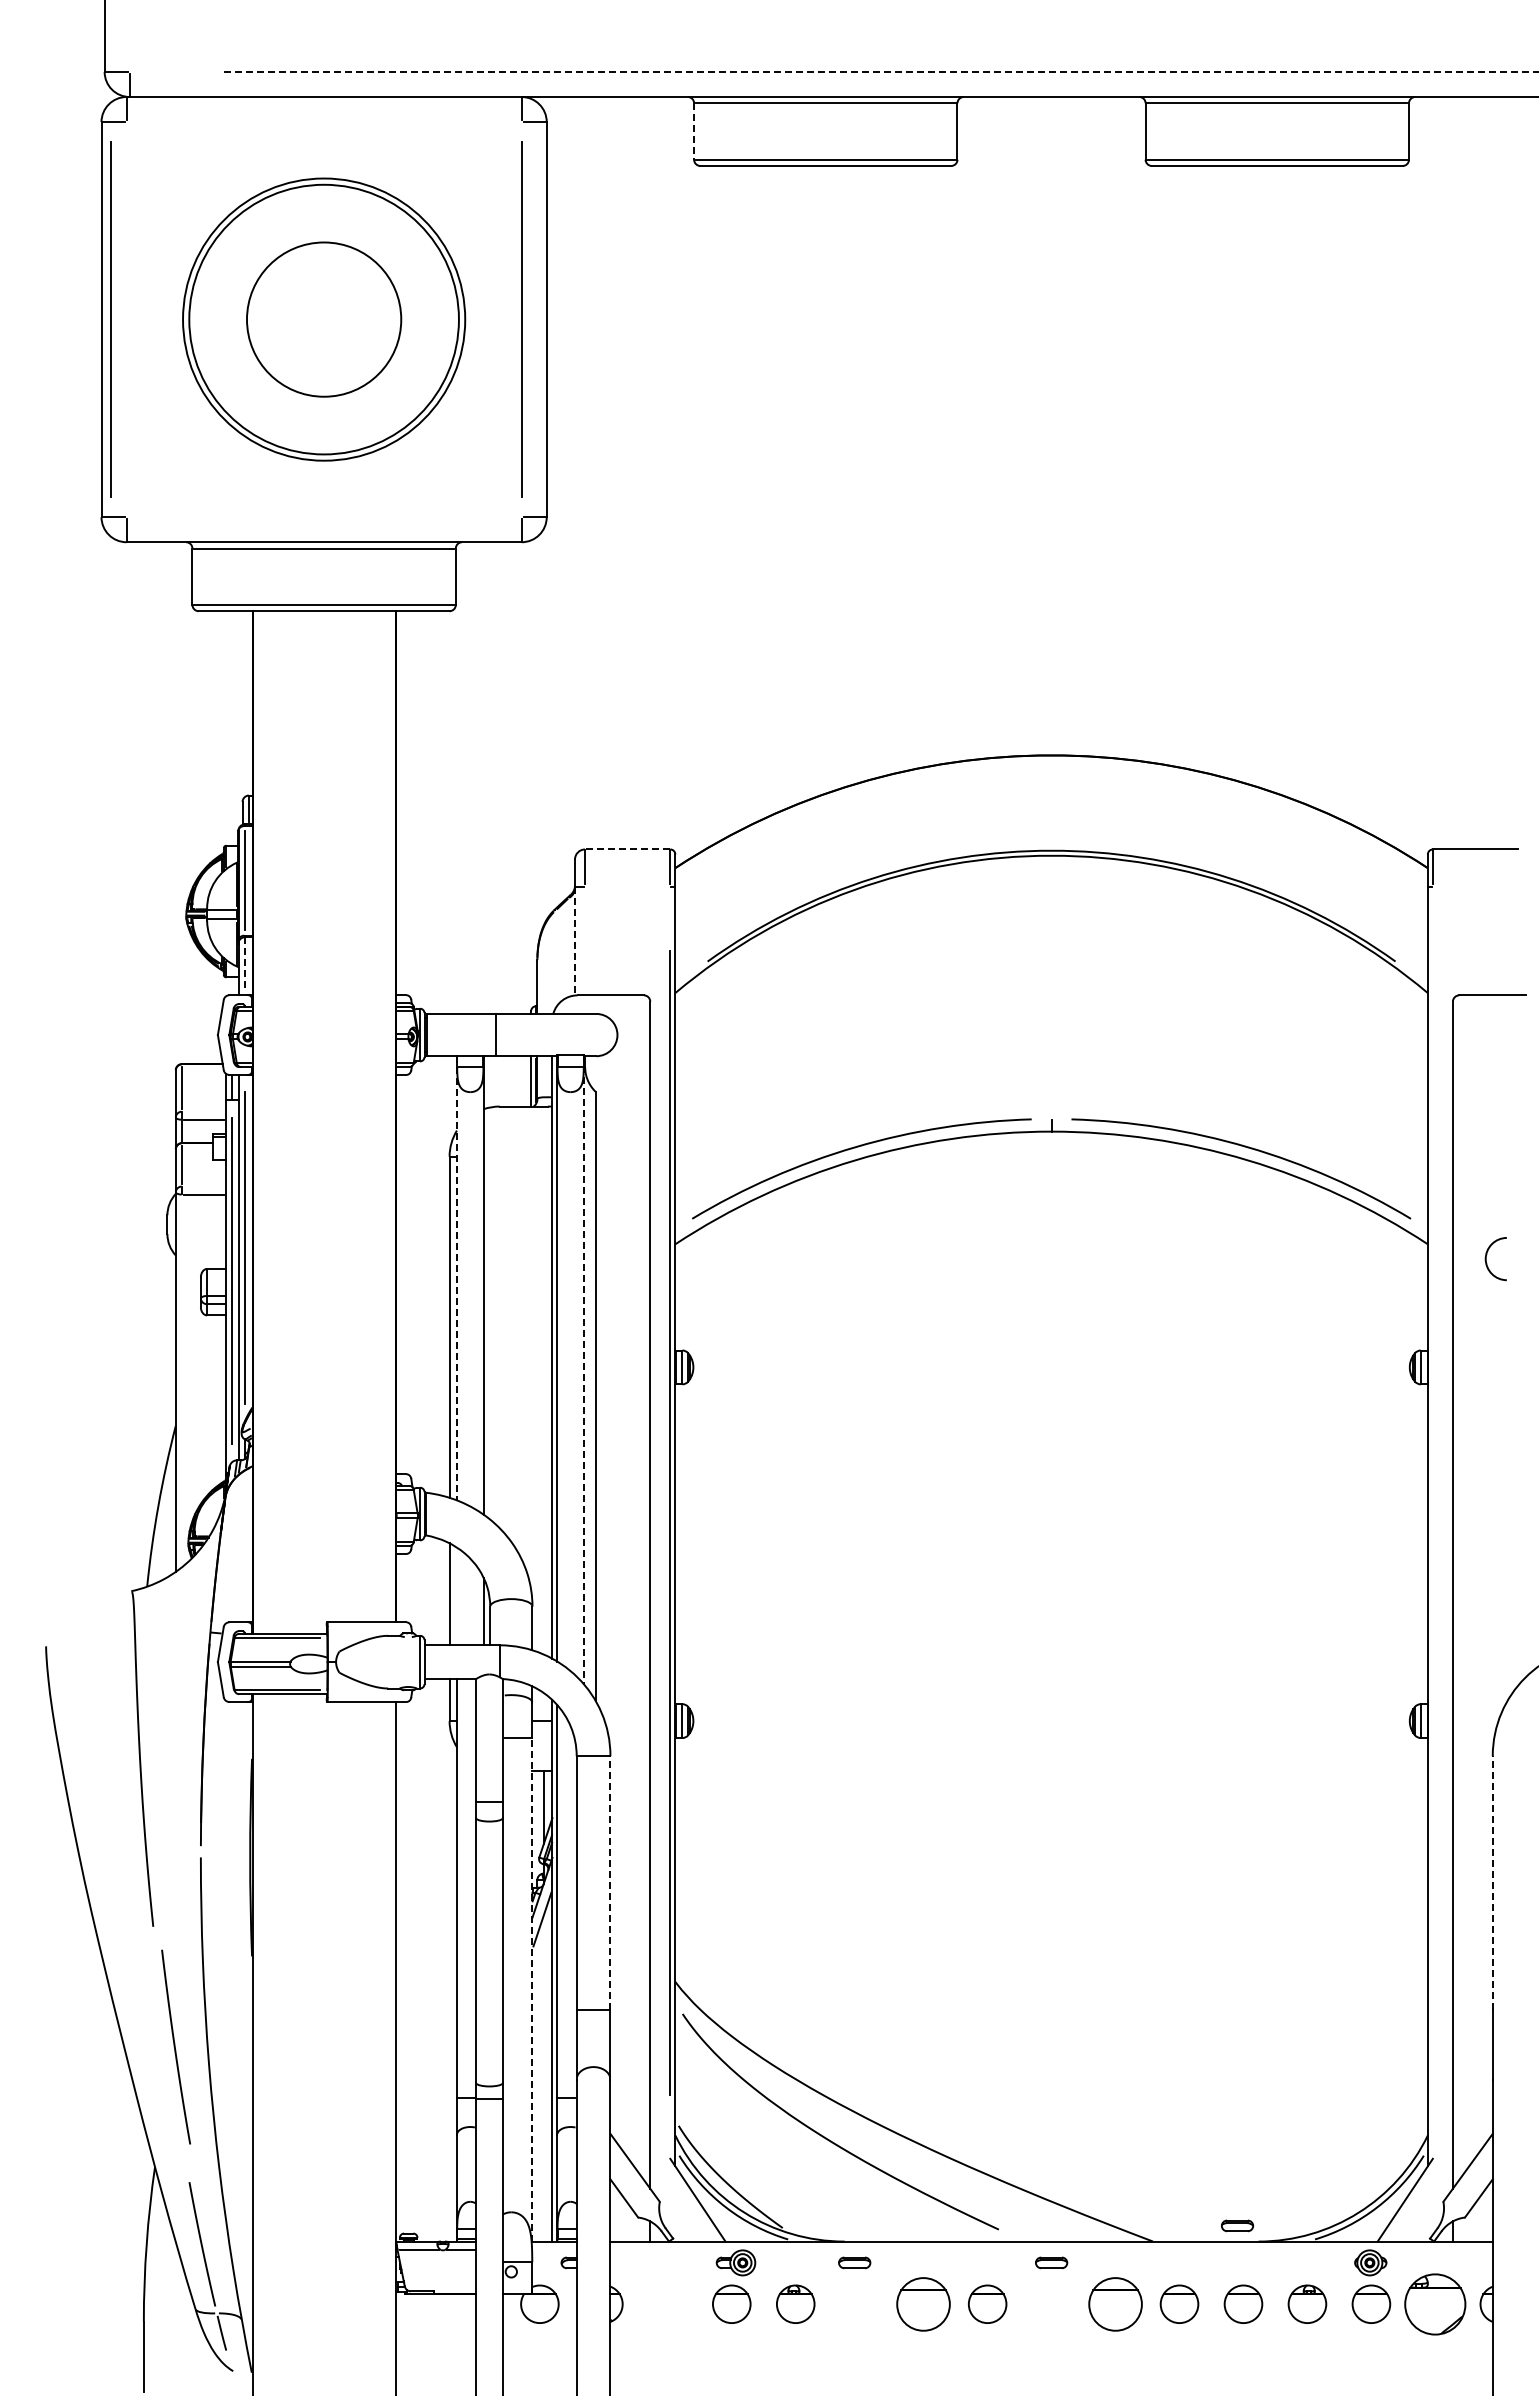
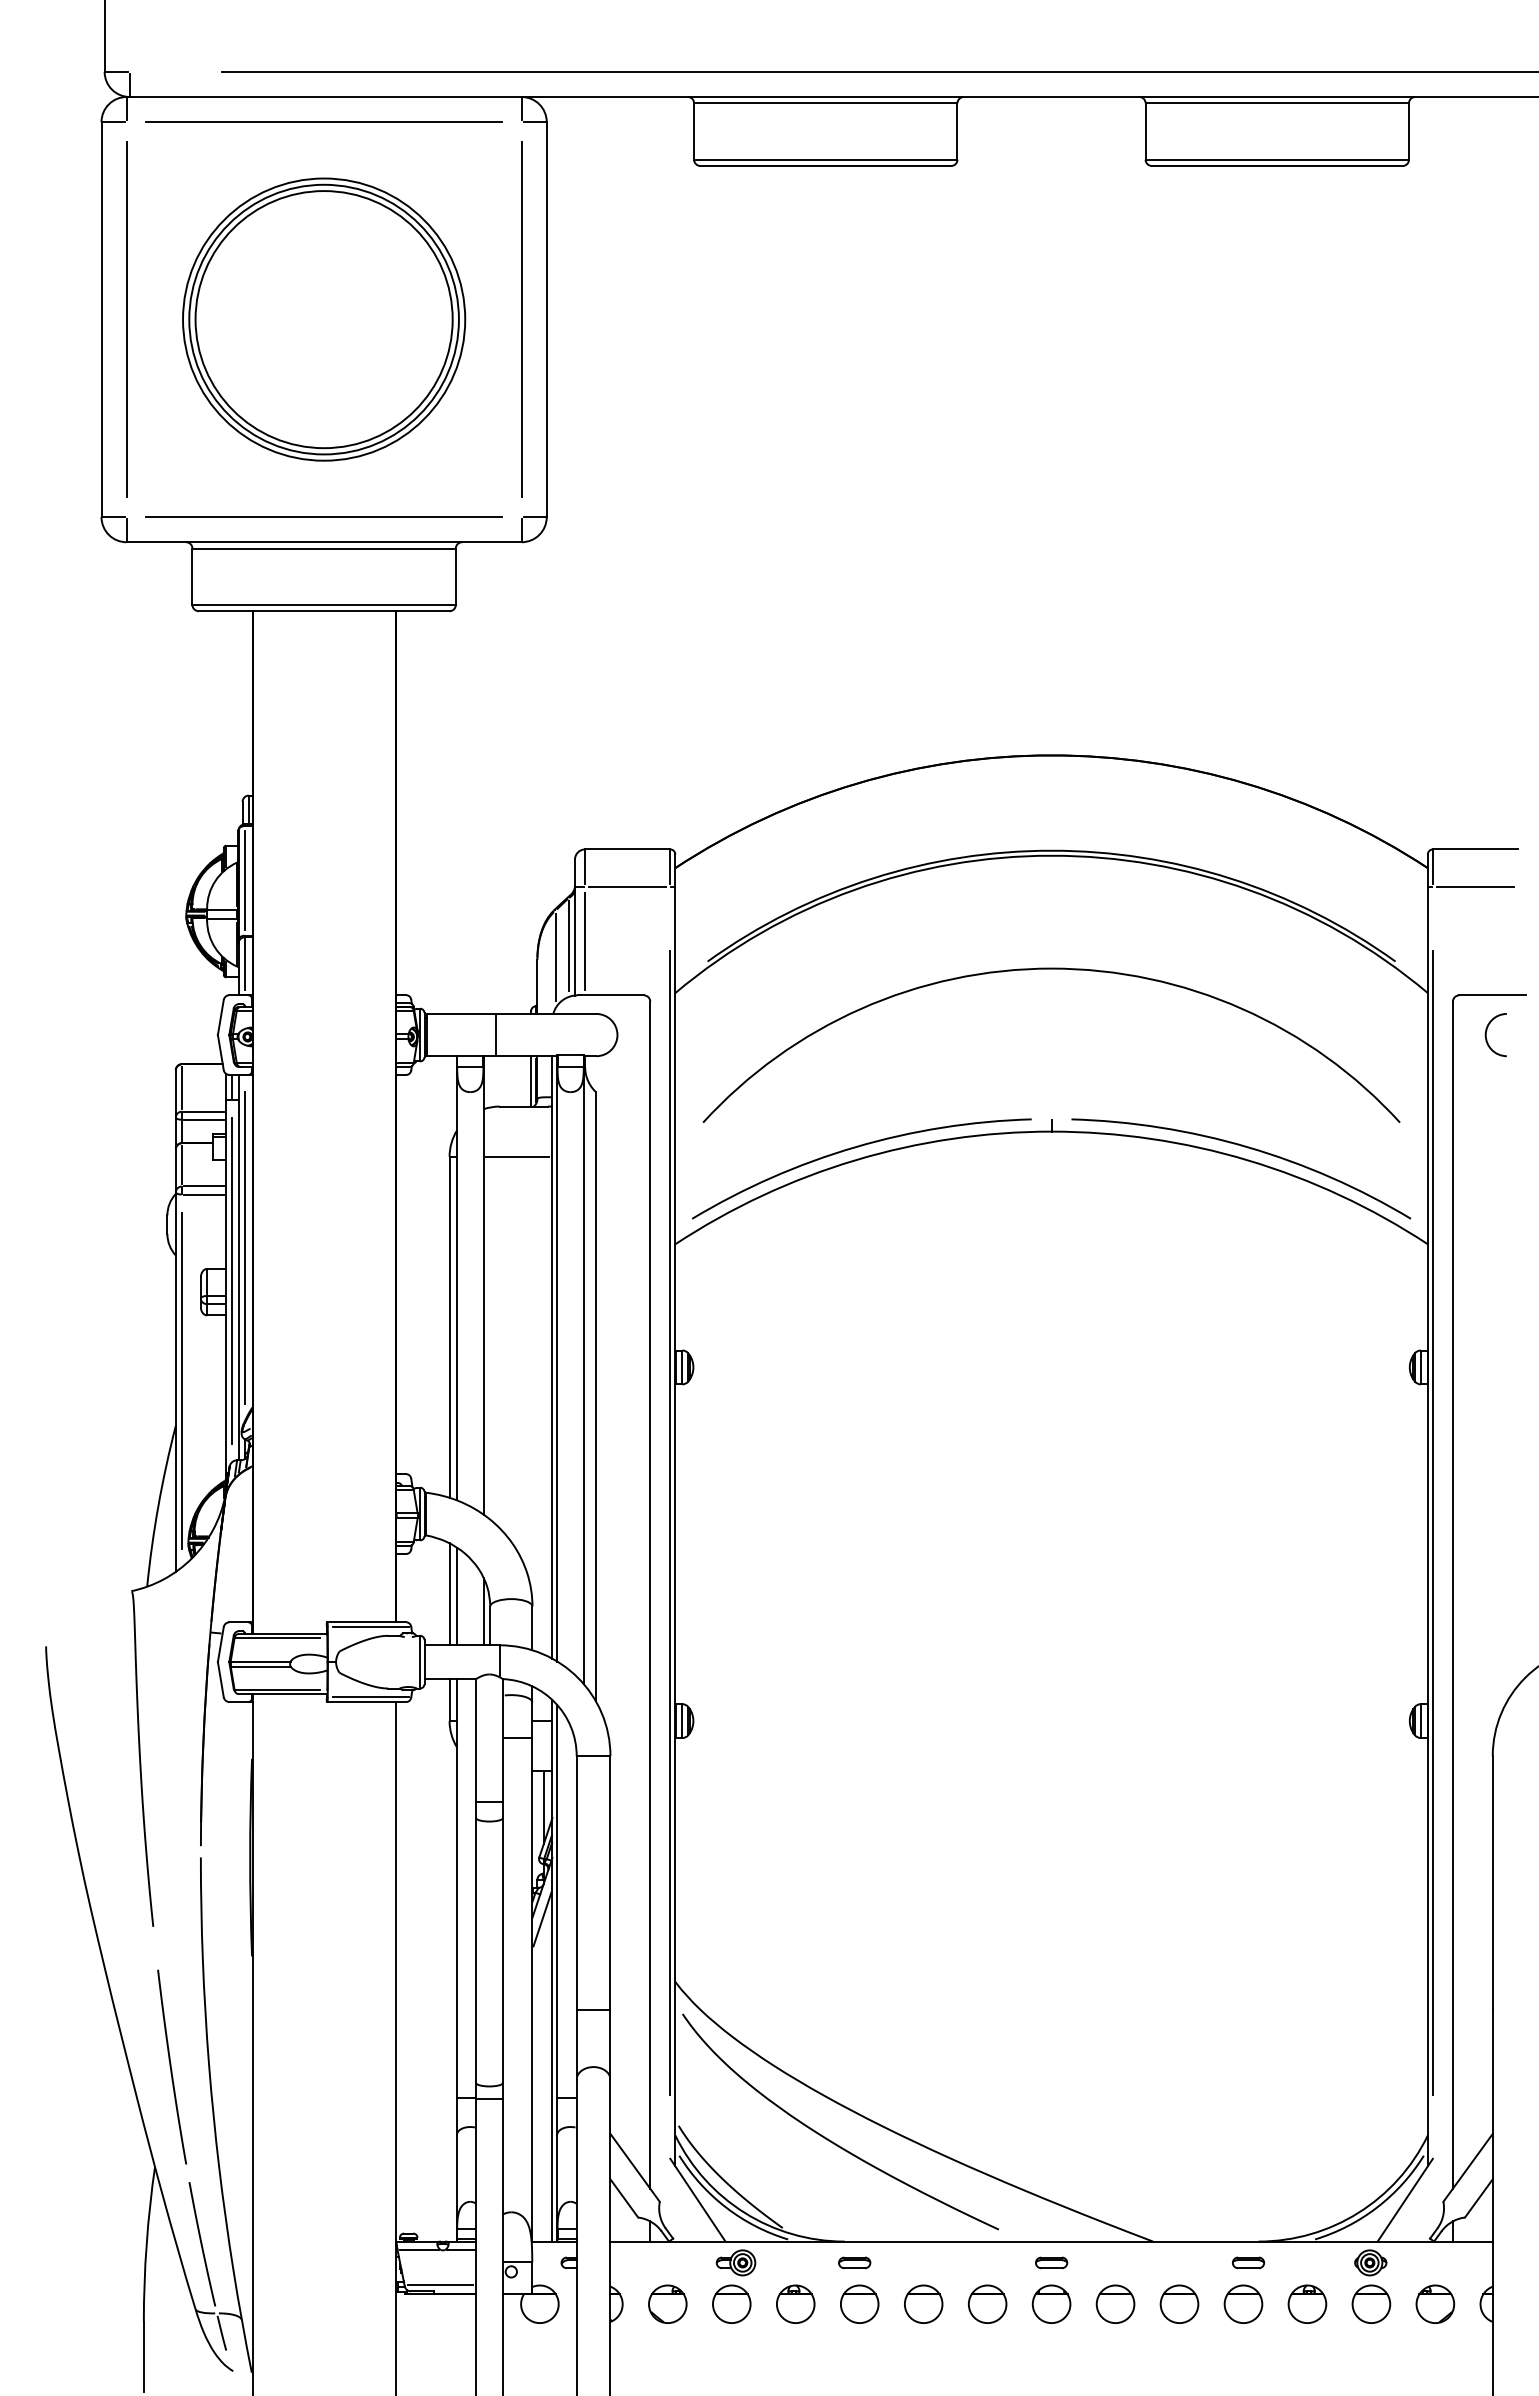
line at (879, 71): dashed -> solid
line at (323, 122): none -> present
line at (694, 131): dashed -> solid
line at (110, 319) position: (110, 319) -> (126, 319)
circle at (324, 319) diameter: 154 px -> 257 px
line at (323, 516): none -> present
line at (627, 849): dashed -> solid
line at (627, 887): none -> present
line at (1475, 887): none -> present
line at (585, 940): none -> present
line at (575, 941): dashed -> solid
line at (568, 945): none -> present
line at (556, 957): none -> present
line at (244, 964): dashed -> solid
arc at (1051, 969): none -> present
line at (203, 1111): none -> present
line at (517, 1156): none -> present
line at (203, 1186): none -> present
arc at (1487, 1263) position: (1487, 1263) -> (1487, 1039)
line at (456, 1278): dashed -> solid
line at (584, 1369): dashed -> solid
line at (182, 1380): none -> present
line at (1432, 1522): none -> present
line at (456, 1596): none -> present
line at (370, 1627): none -> present
line at (370, 1697): none -> present
line at (610, 1883): dashed -> solid
line at (1492, 1883): dashed -> solid
line at (532, 1989): dashed -> solid
curve at (175, 2046) position: (175, 2046) -> (171, 2066)
part at (1237, 2225) position: (1237, 2225) -> (1248, 2262)
line at (440, 2285): none -> present
part at (667, 2303): none -> present
part at (859, 2303): none -> present
part at (1051, 2303): none -> present
part at (923, 2304) size: 55x55 px -> 40x40 px
part at (1115, 2304) size: 55x55 px -> 41x40 px
part at (1435, 2304) size: 63x63 px -> 41x40 px
